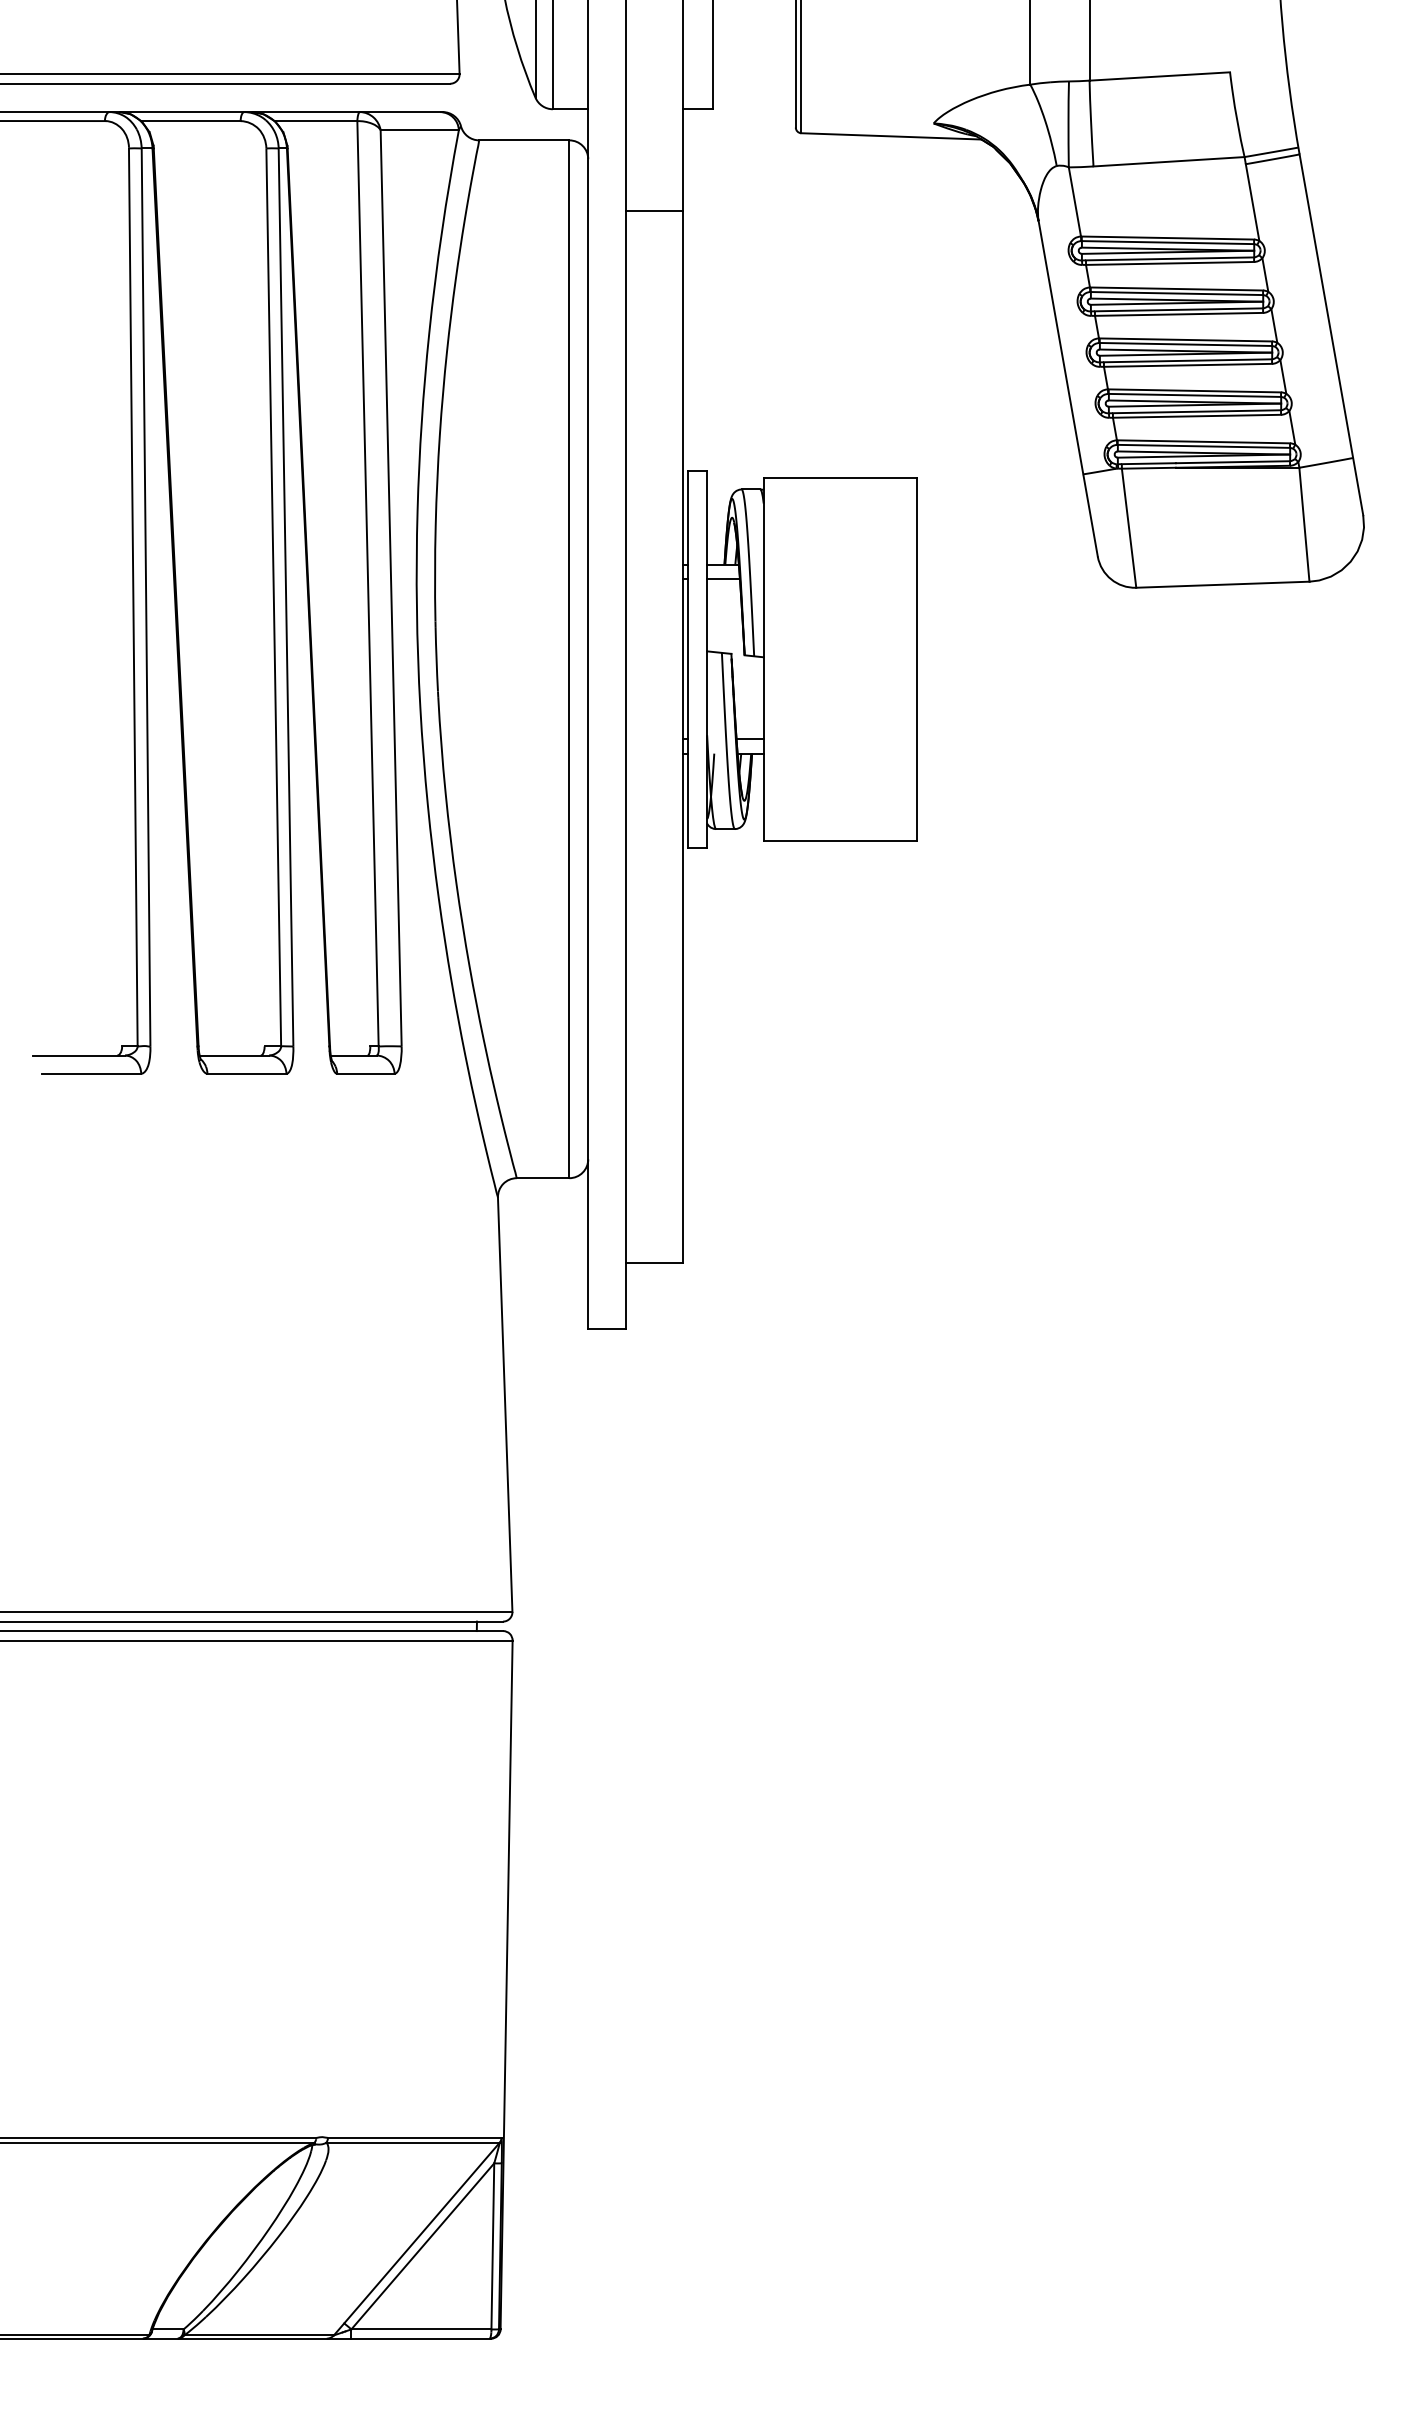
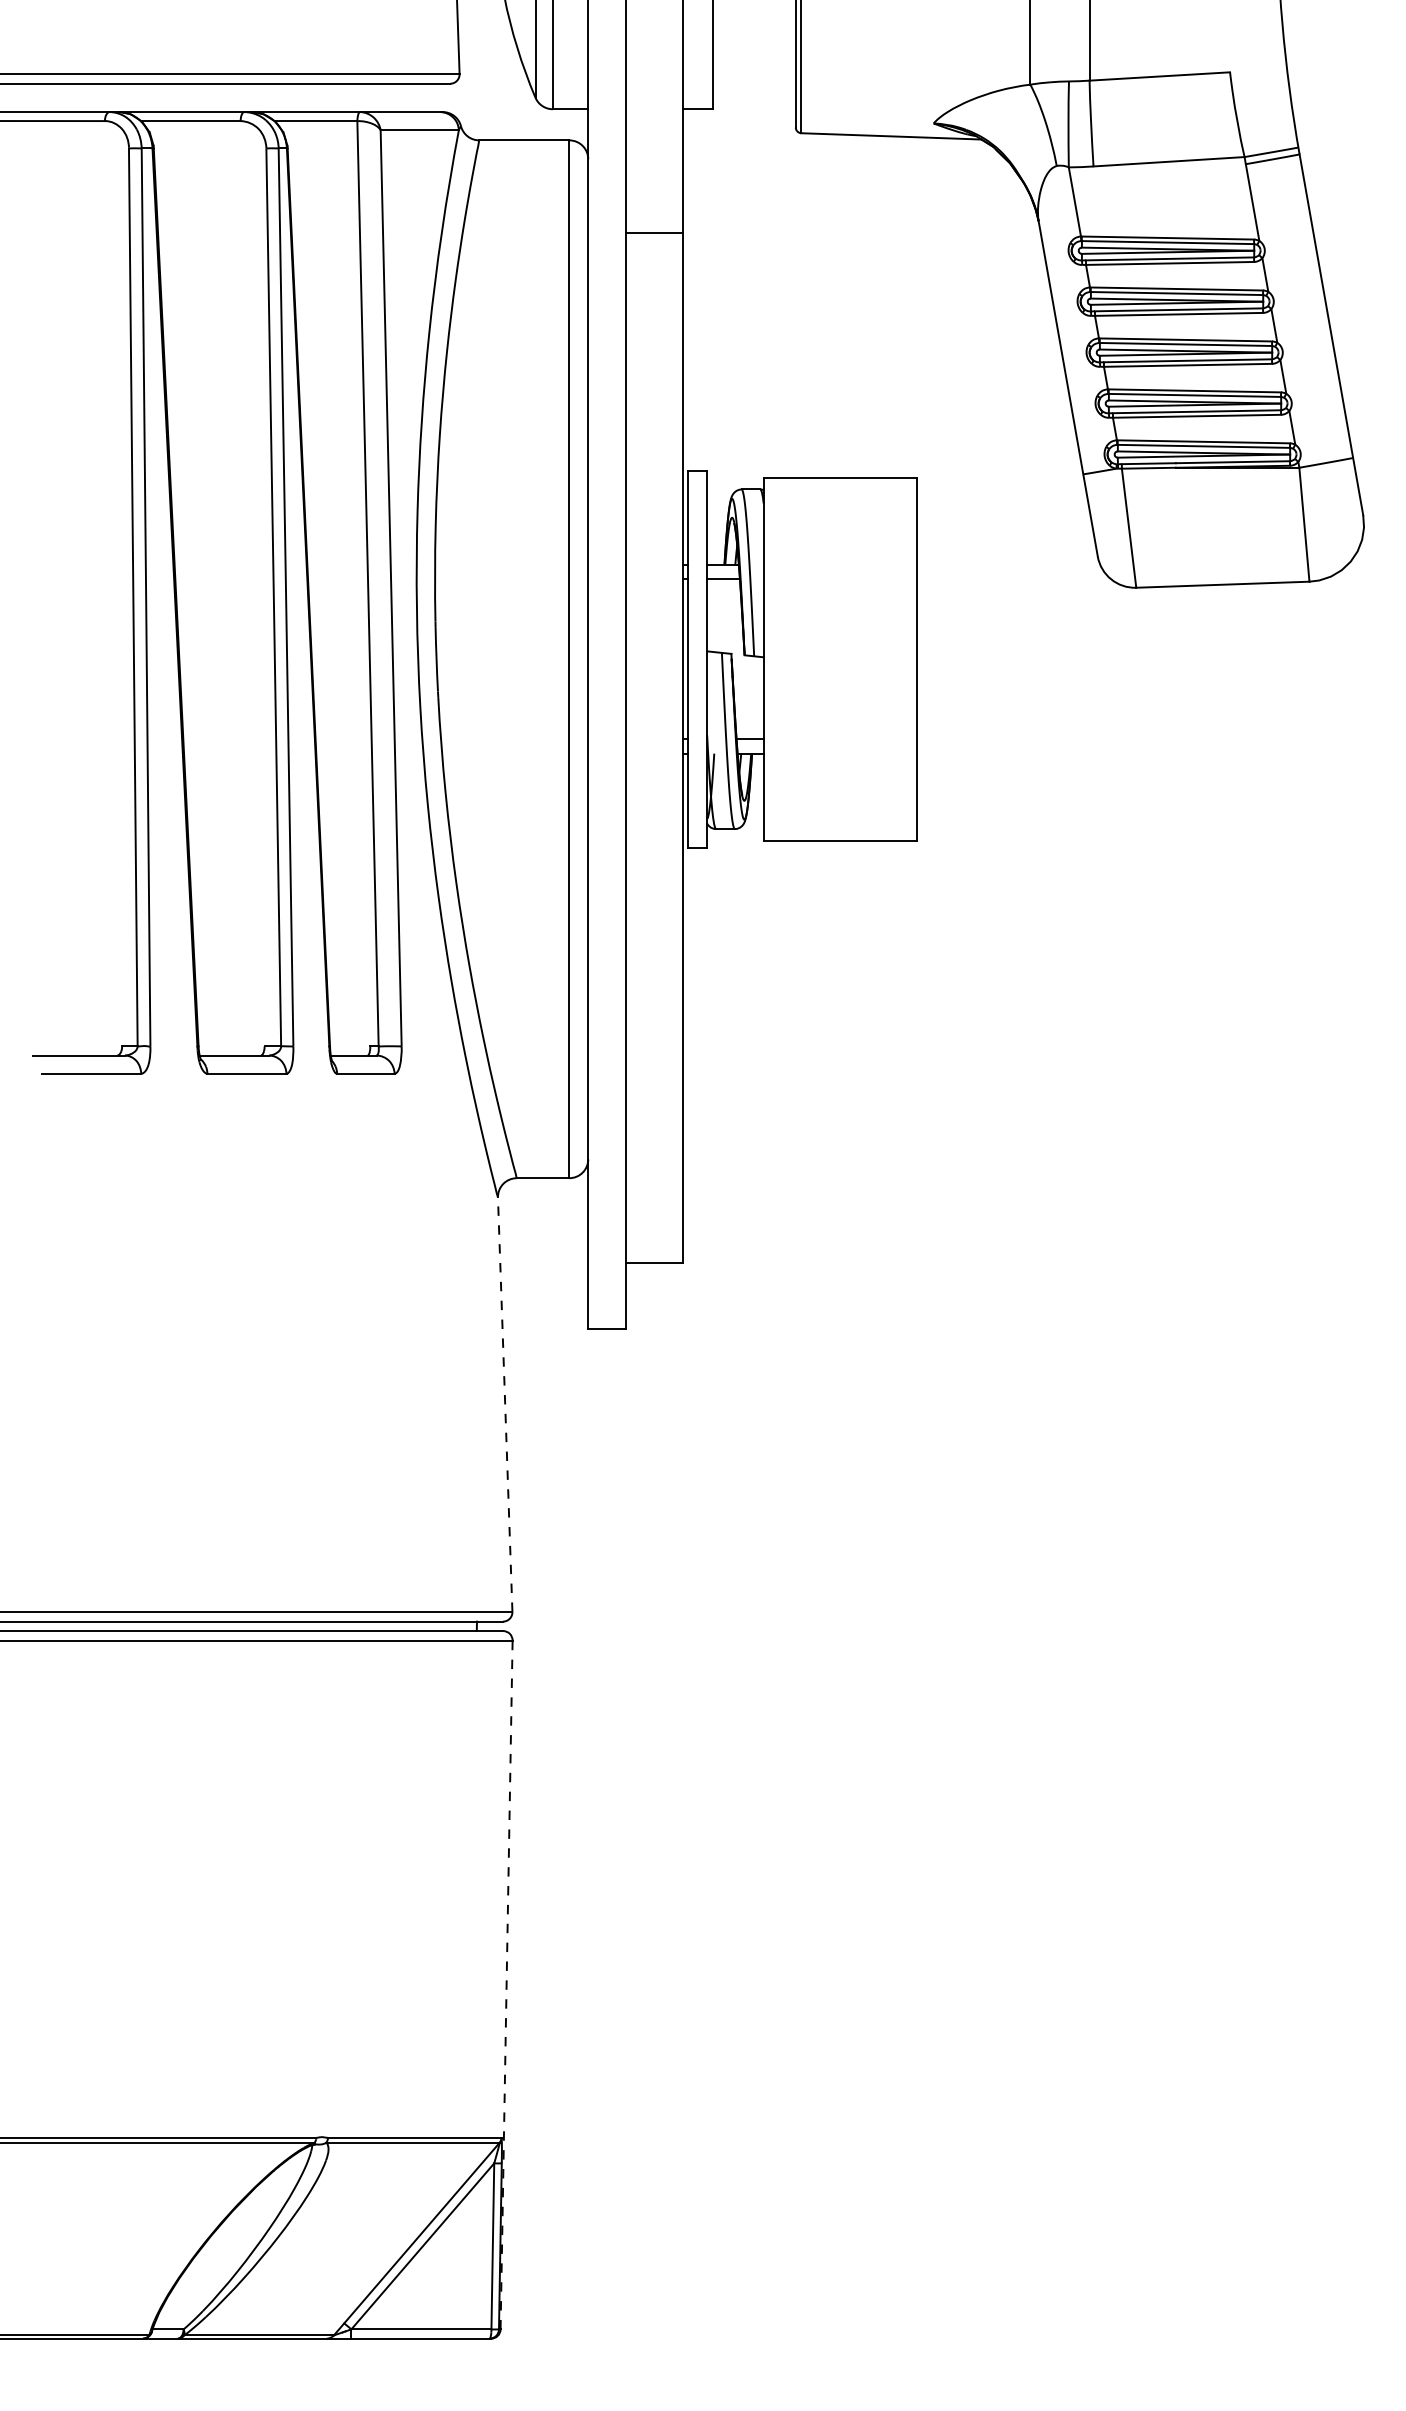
line at (653, 210) position: (653, 210) -> (653, 232)
line at (505, 1404): solid -> dashed
line at (506, 1984): solid -> dashed
